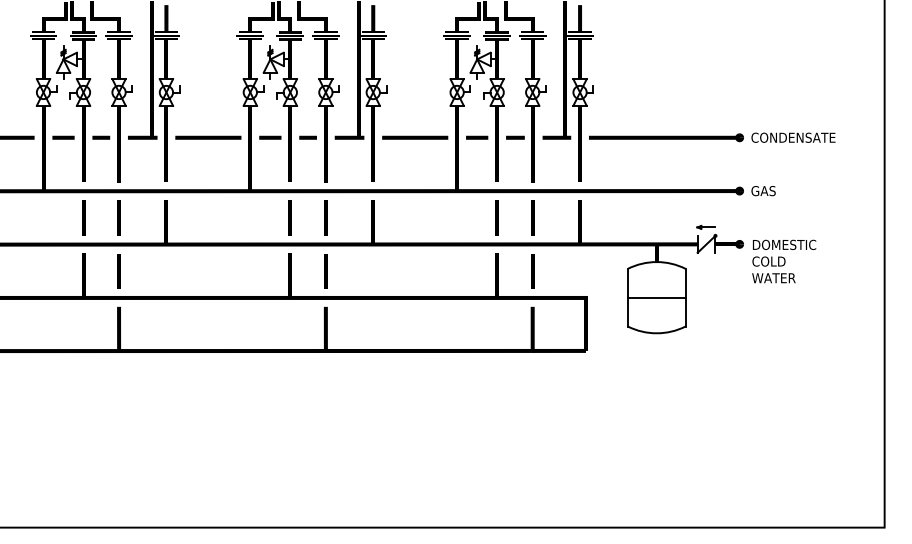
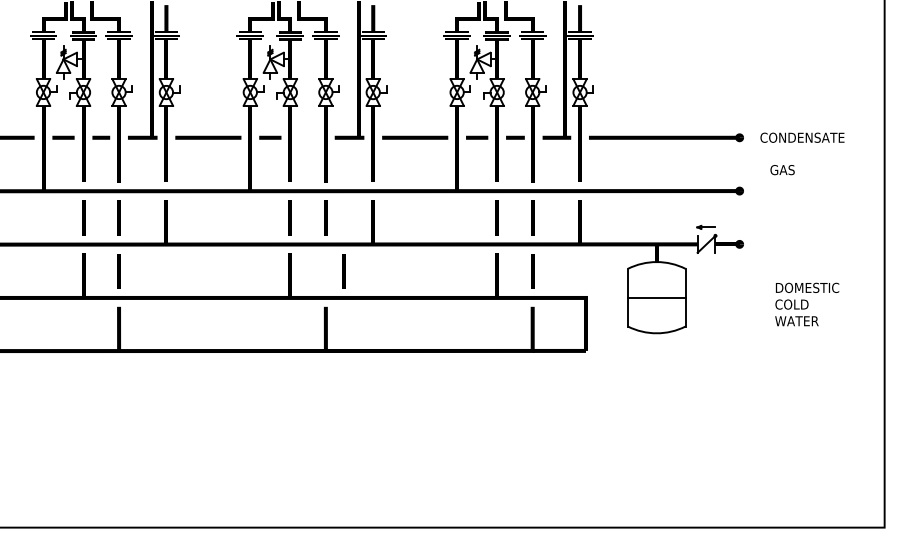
line at (307, 137): present -> none
text at (793, 137) position: (793, 137) -> (802, 137)
text at (763, 191) position: (763, 191) -> (782, 170)
text at (784, 261) position: (784, 261) -> (807, 304)
line at (325, 271) position: (325, 271) -> (343, 271)
